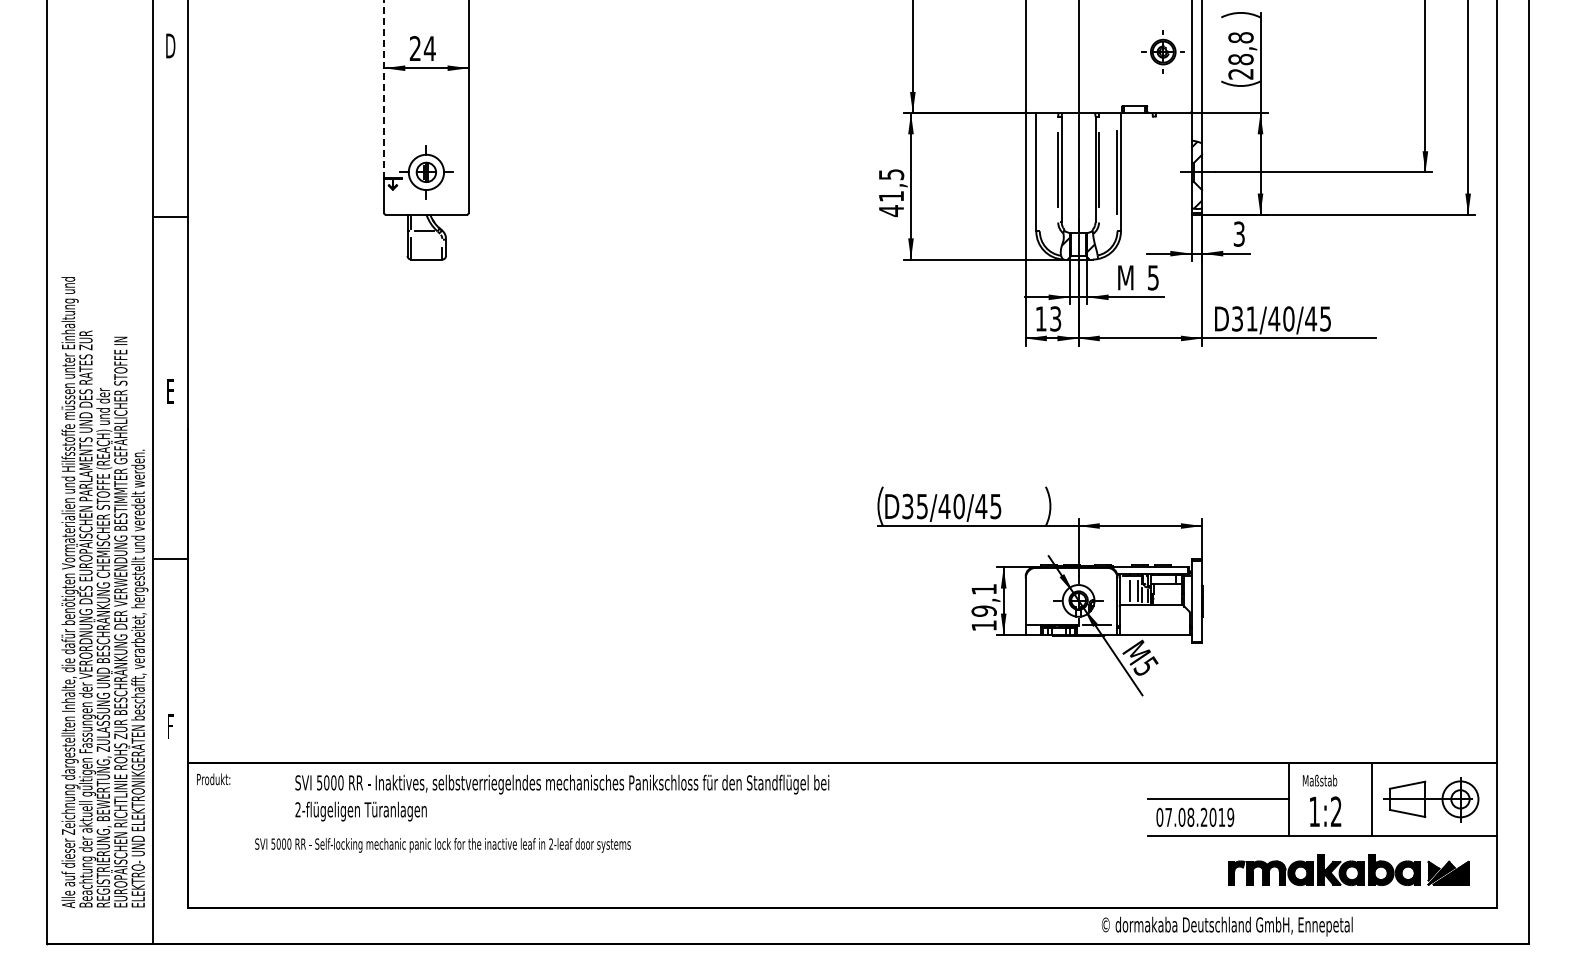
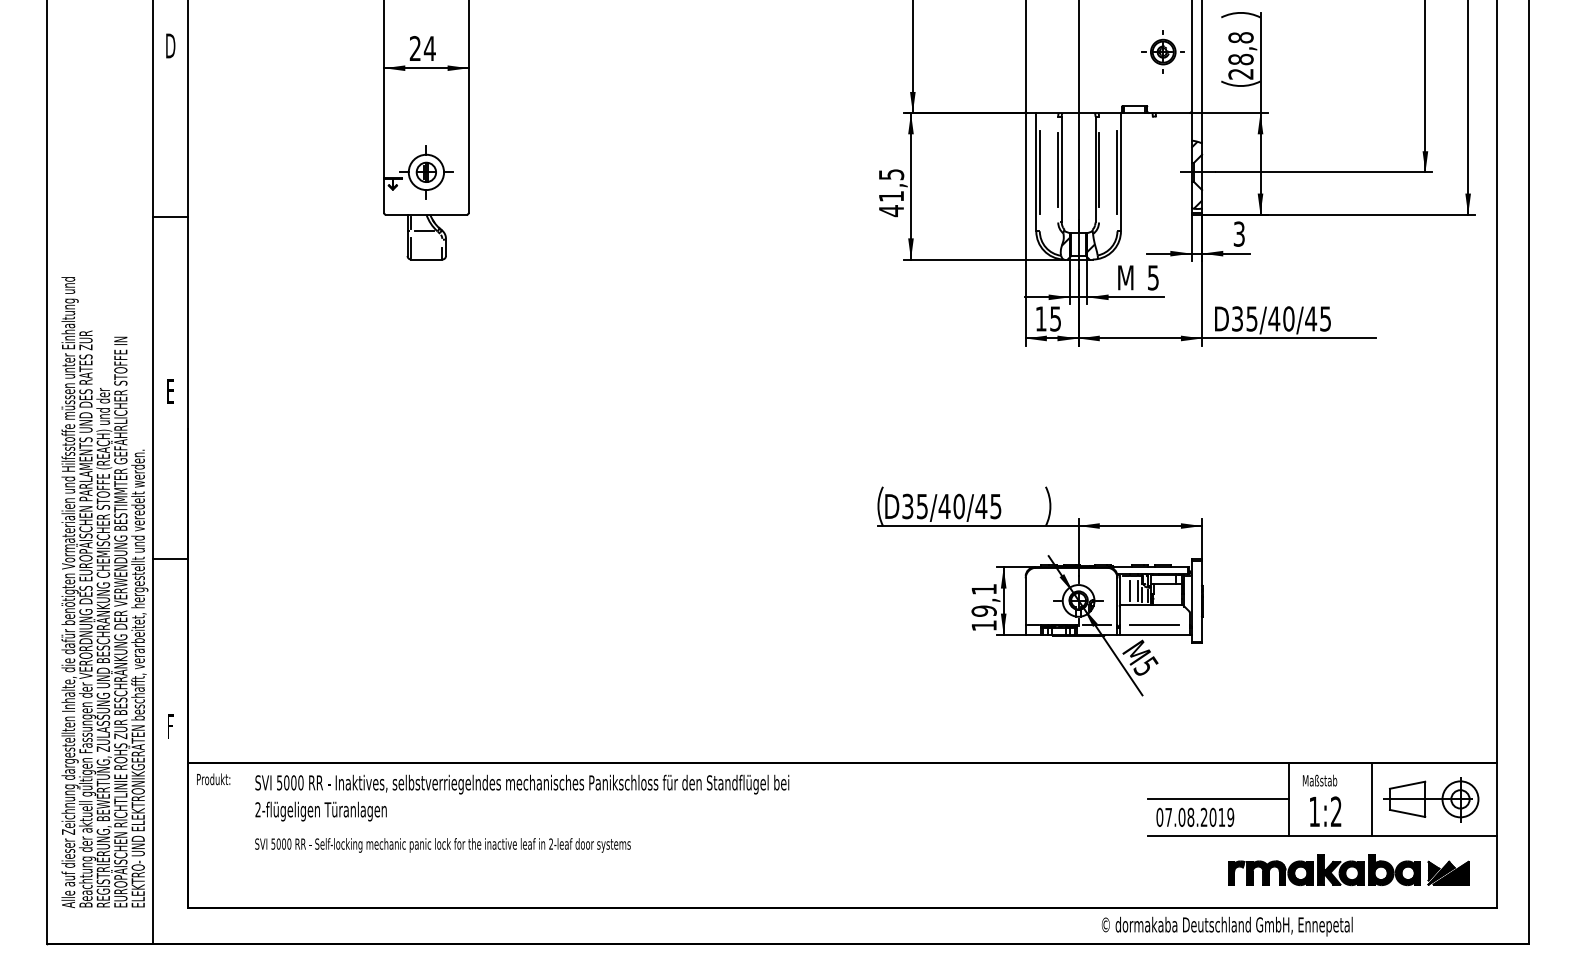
line at (384, 89): dashed -> solid
line at (1039, 171): none -> present
text at (1055, 318): 13 -> 15
text at (1251, 318): D31/40/45 -> D35/40/45
line at (1154, 624): none -> present
text at (562, 797) position: (562, 797) -> (522, 797)
